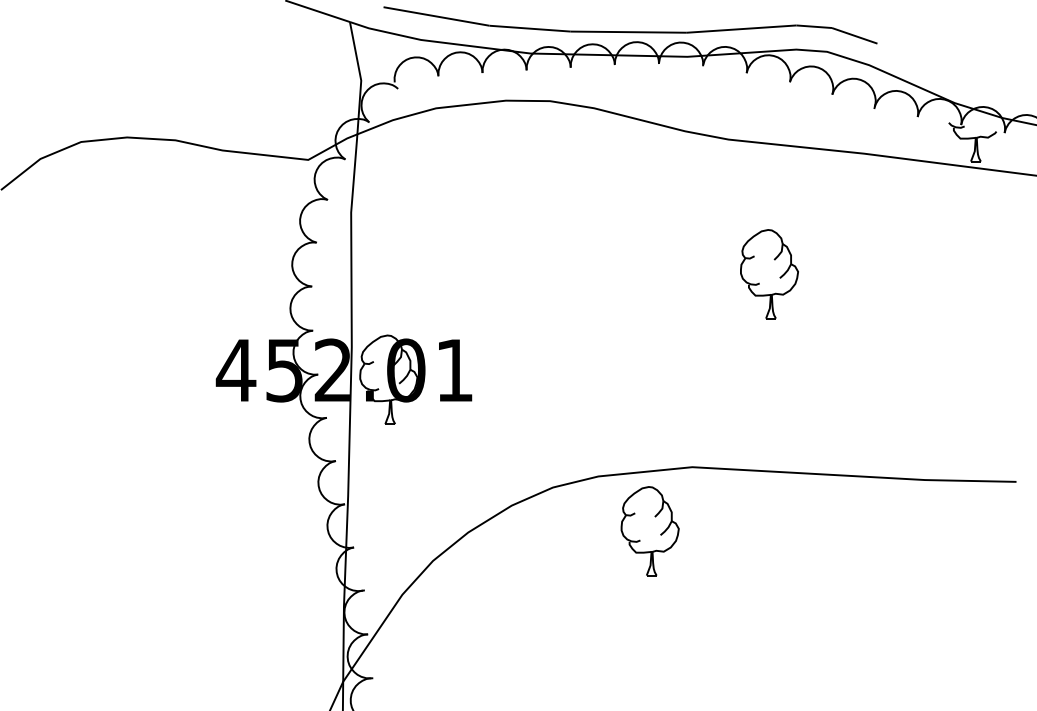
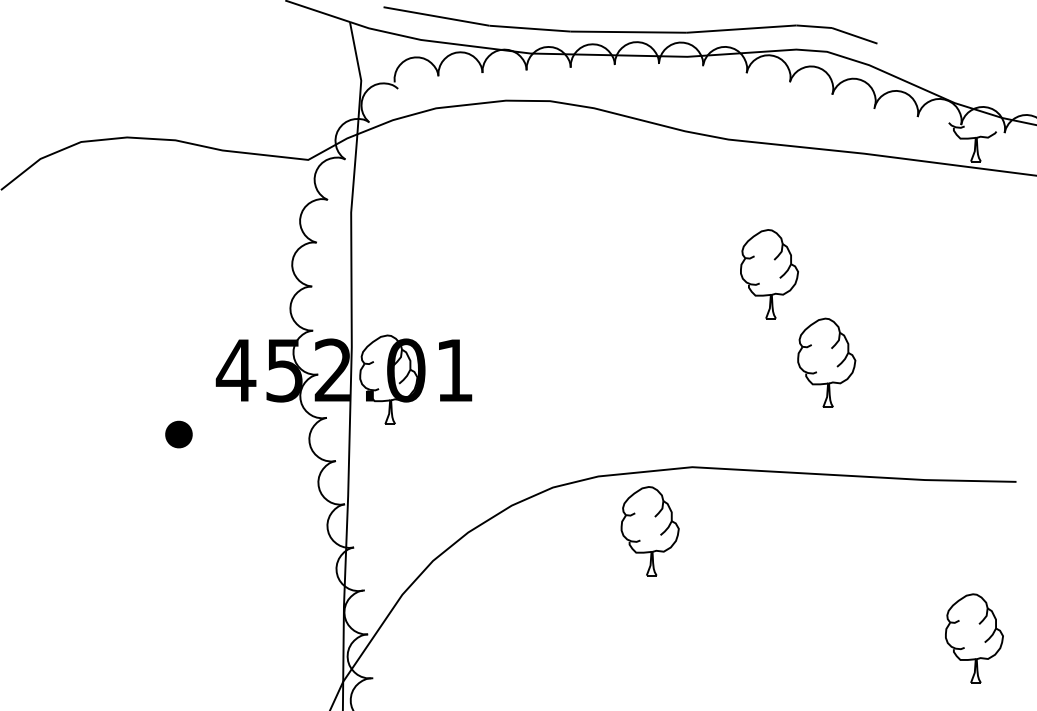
part at (826, 362): none -> present
part at (178, 434): none -> present
part at (974, 638): none -> present
